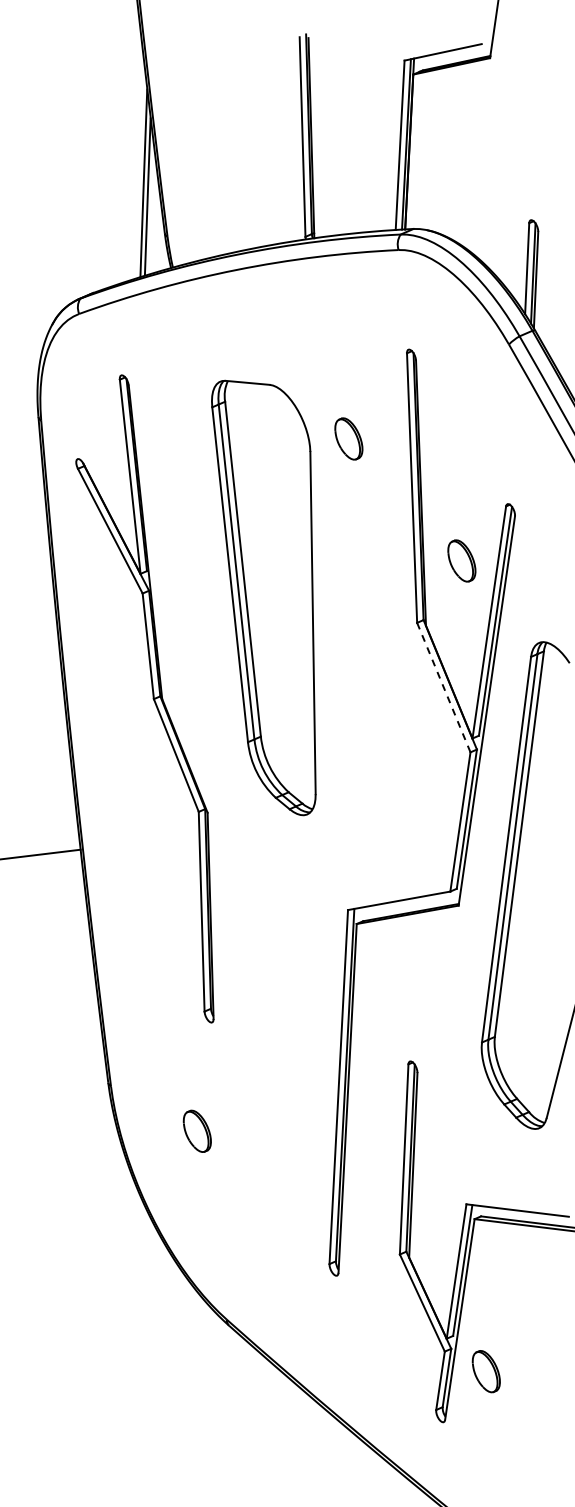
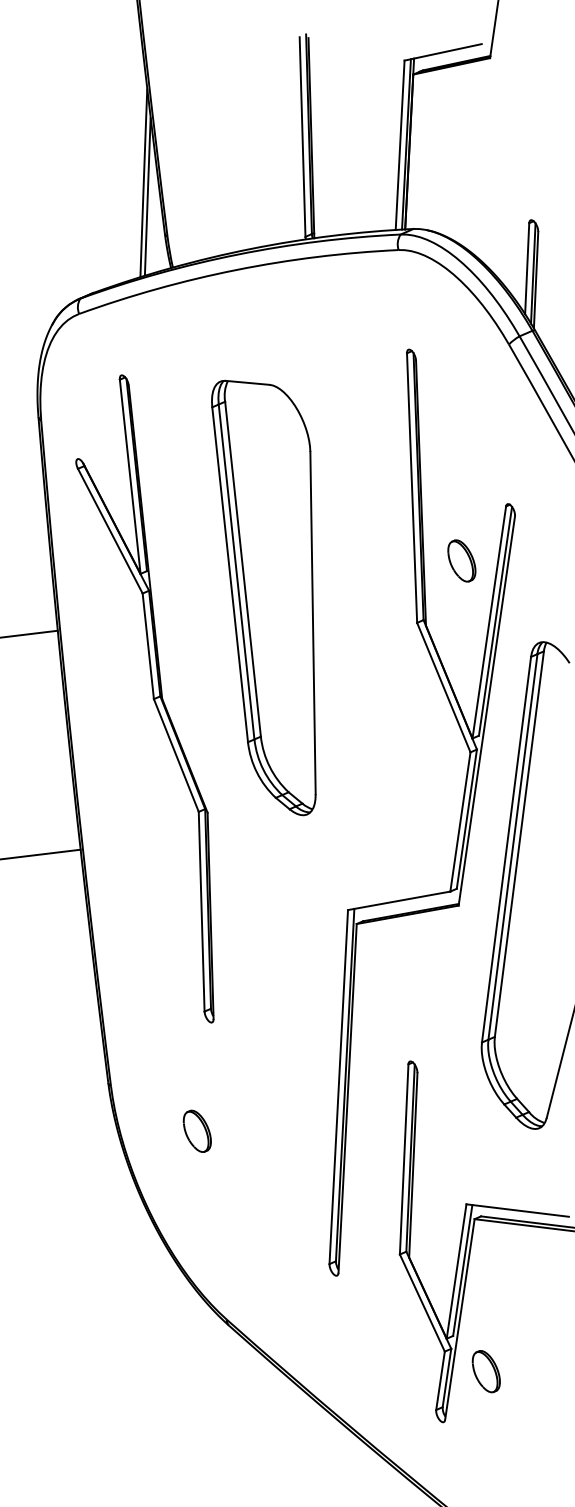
part at (348, 438): present -> none
line at (29, 633): none -> present
line at (444, 688): dashed -> solid
